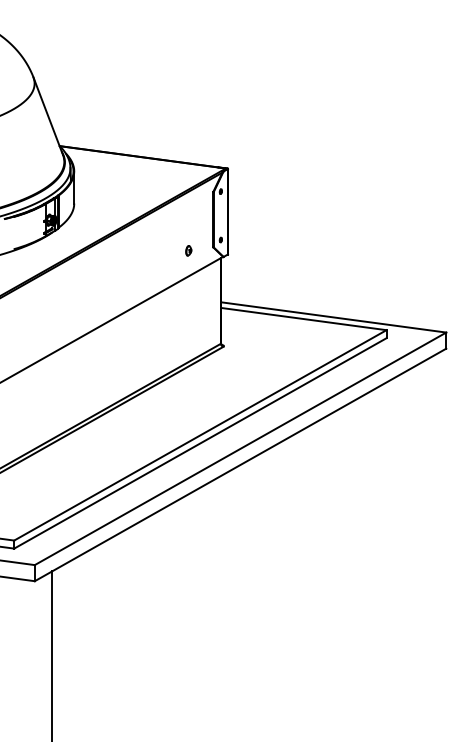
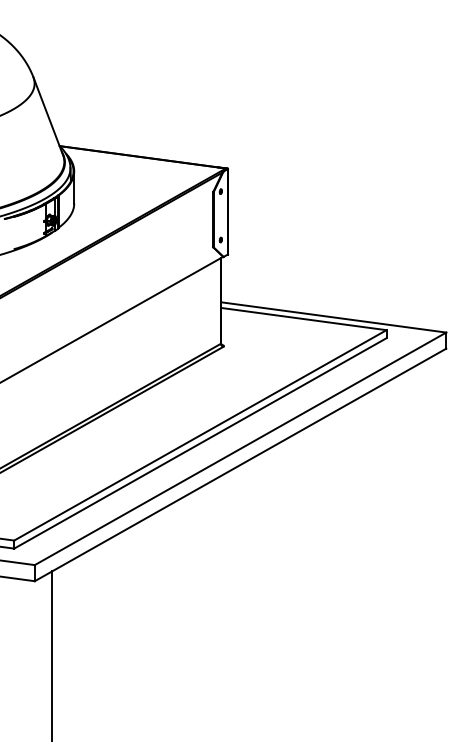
part at (188, 250): present -> none
